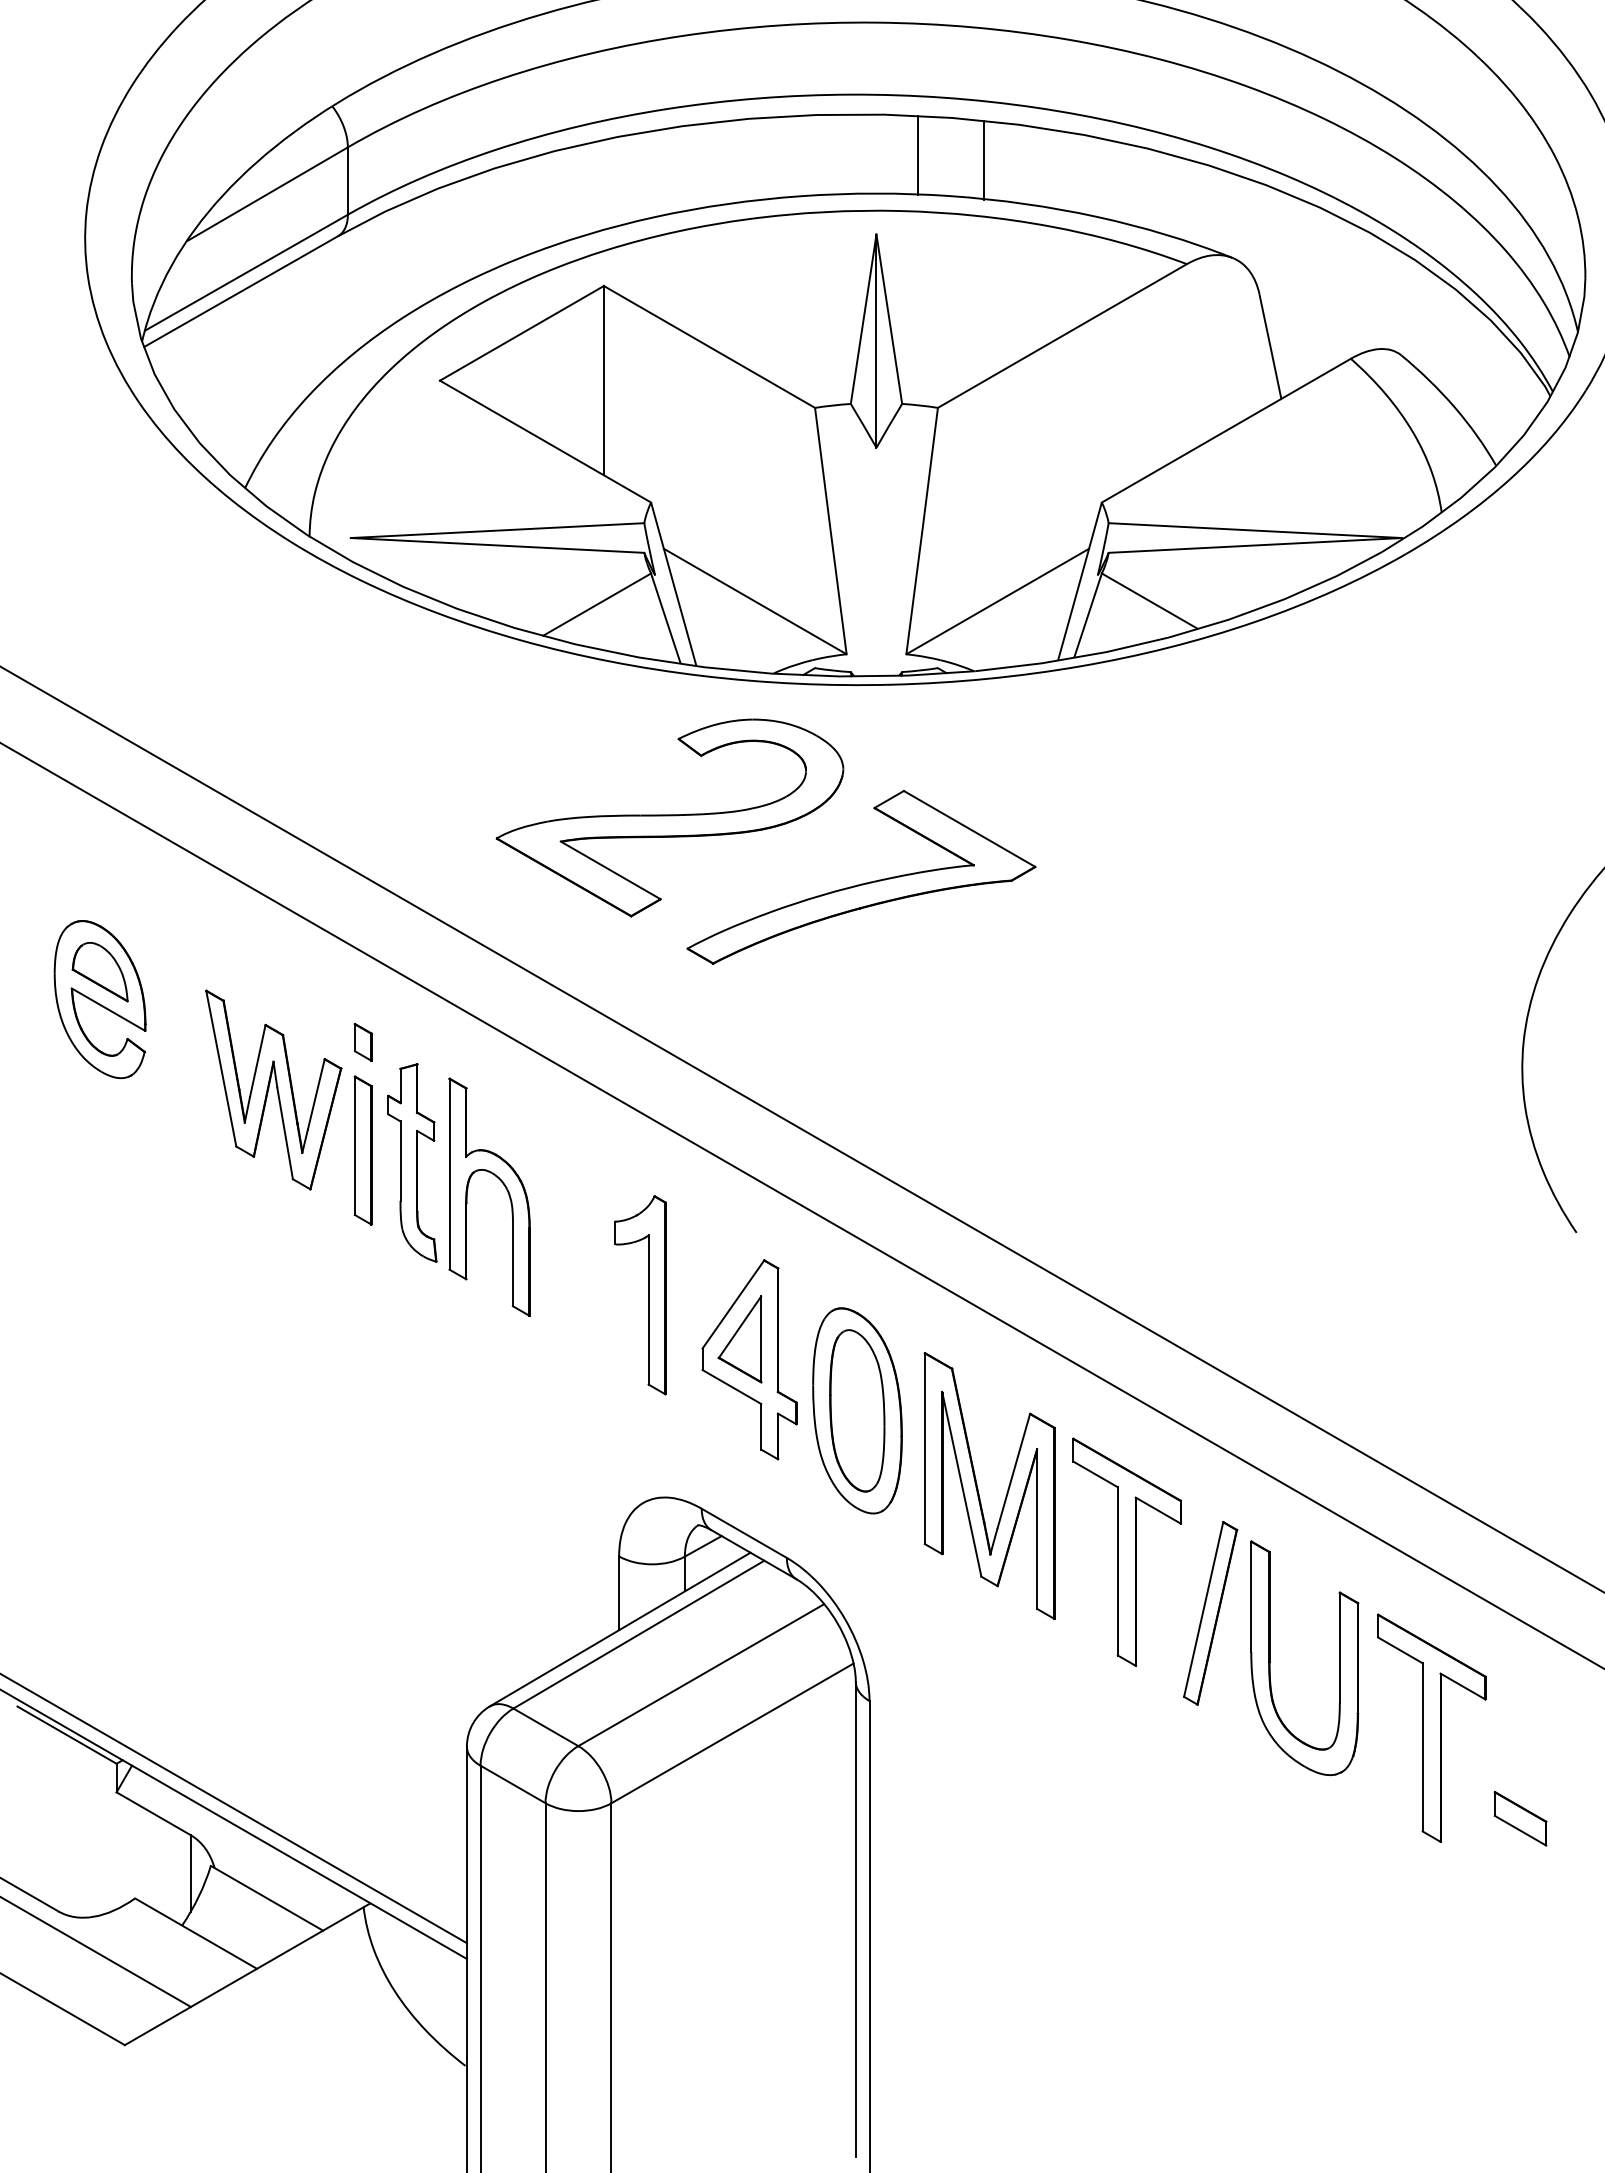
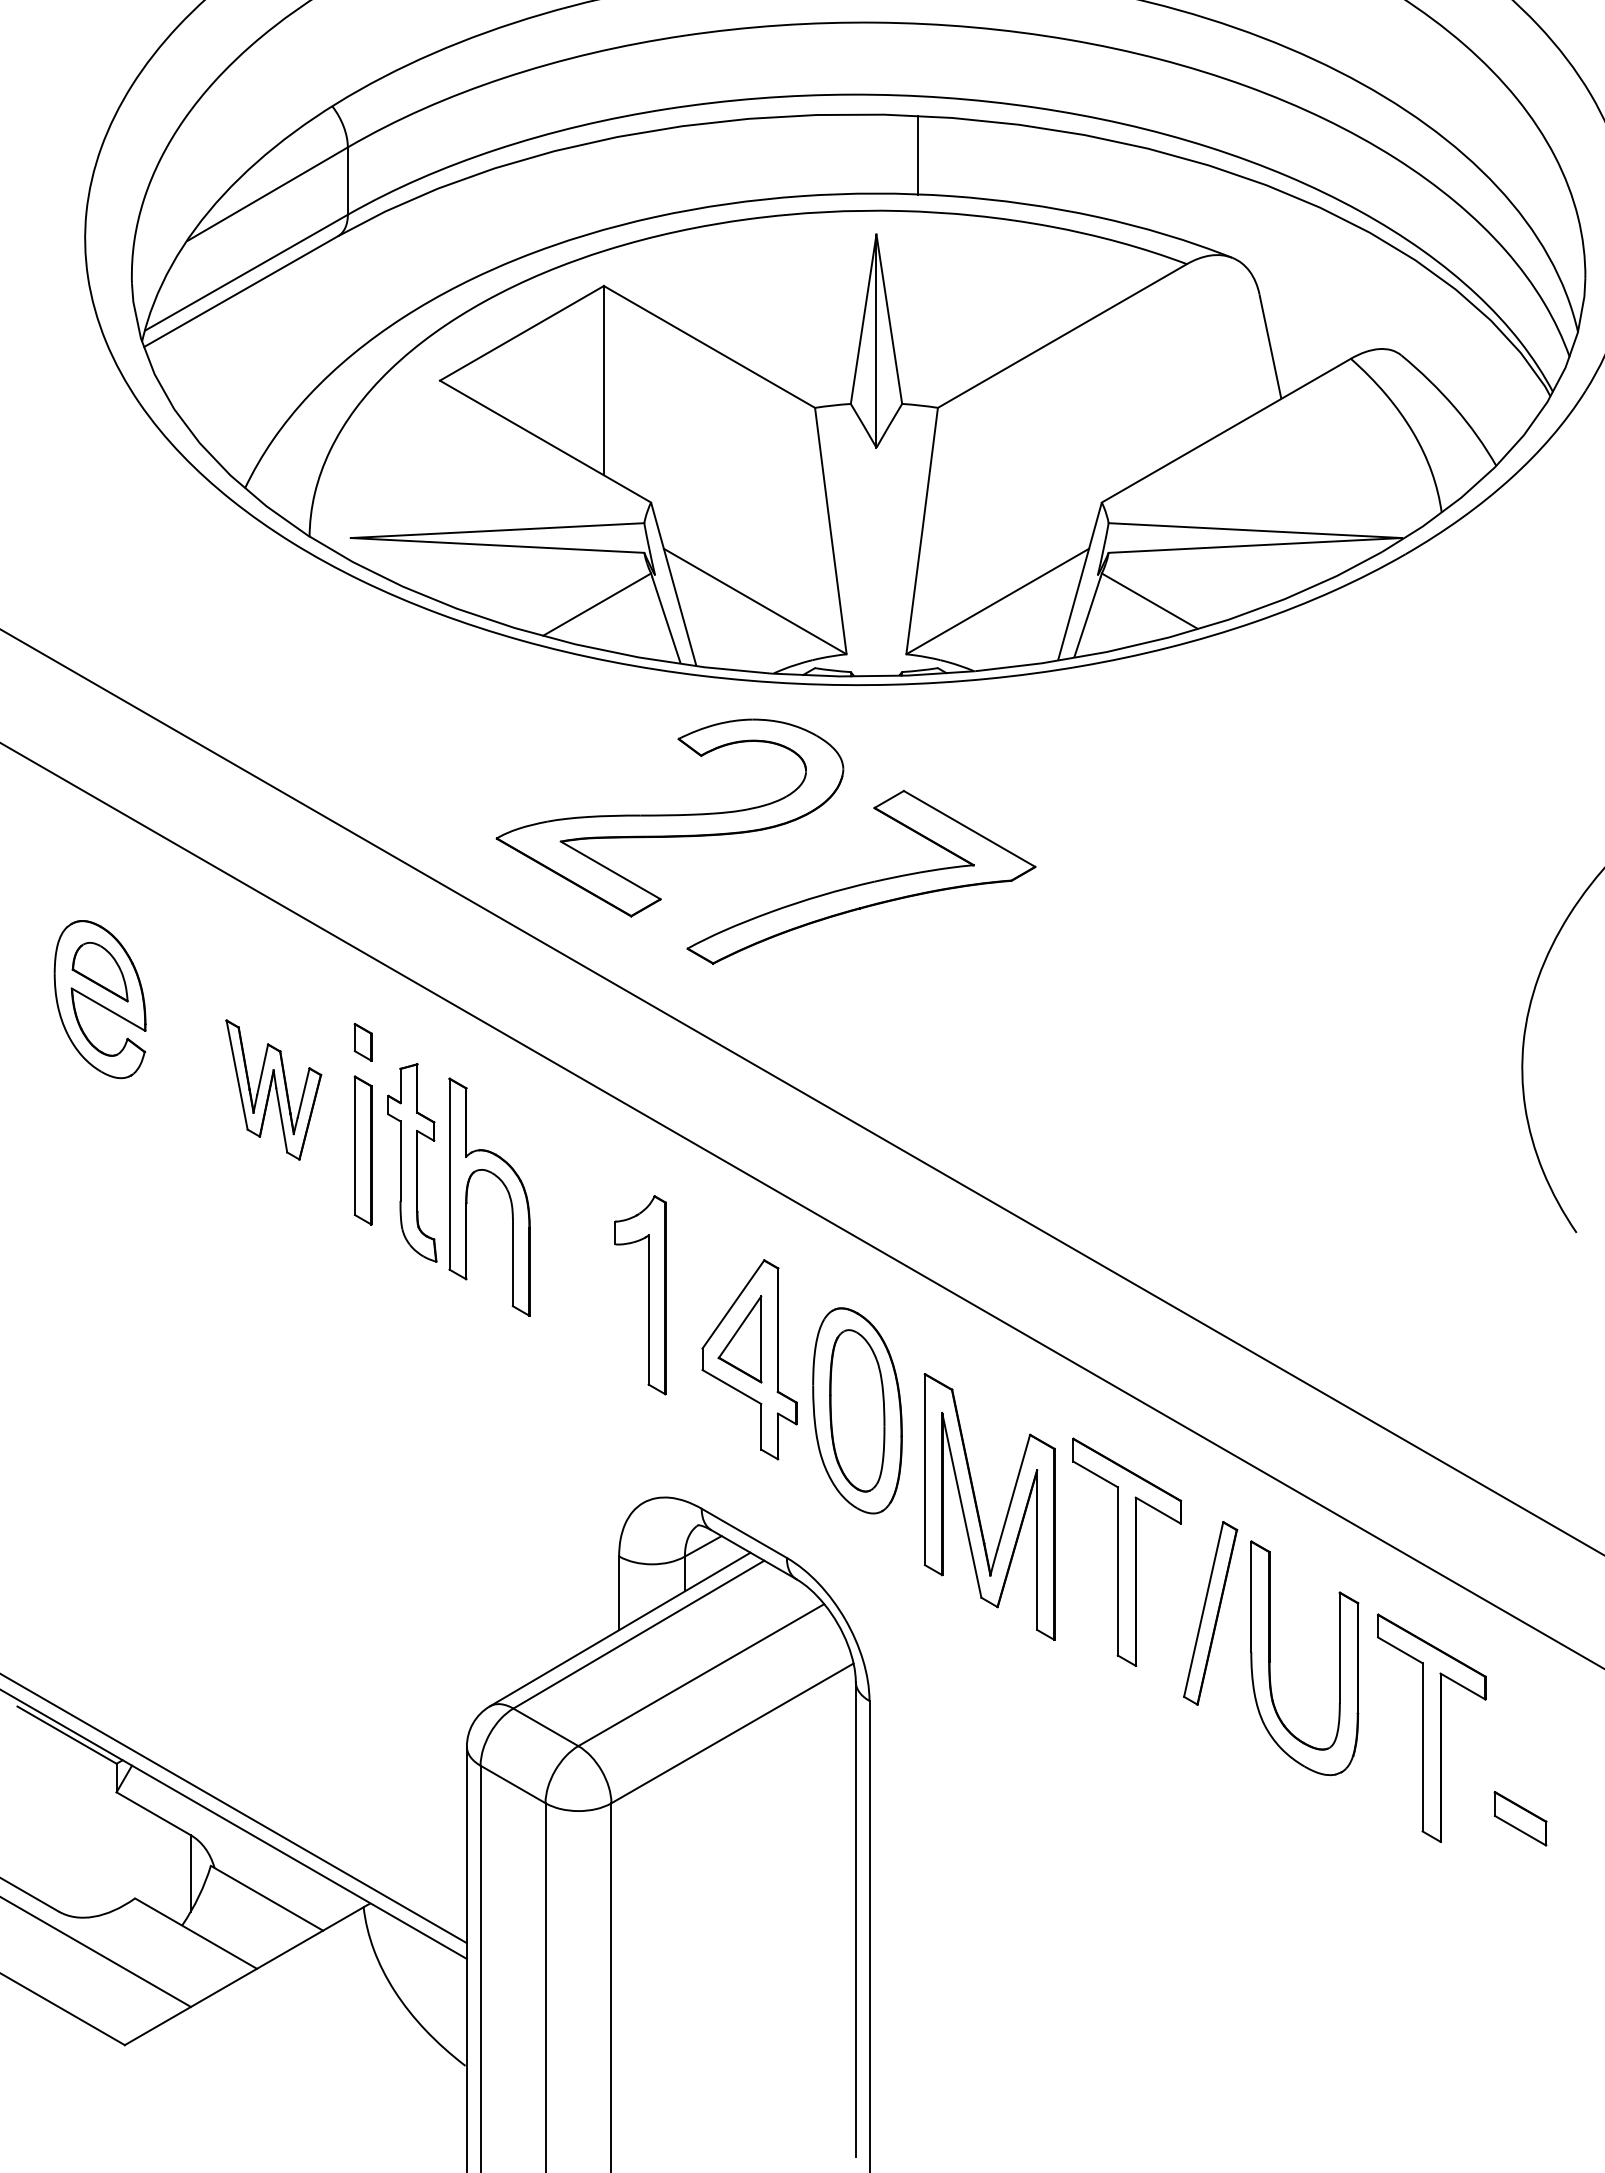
line at (983, 160): present -> none
part at (273, 1089) size: 138x202 px -> 98x142 px
line at (801, 1129) position: (801, 1129) -> (801, 1091)
part at (978, 1488) position: (978, 1488) -> (978, 1509)
